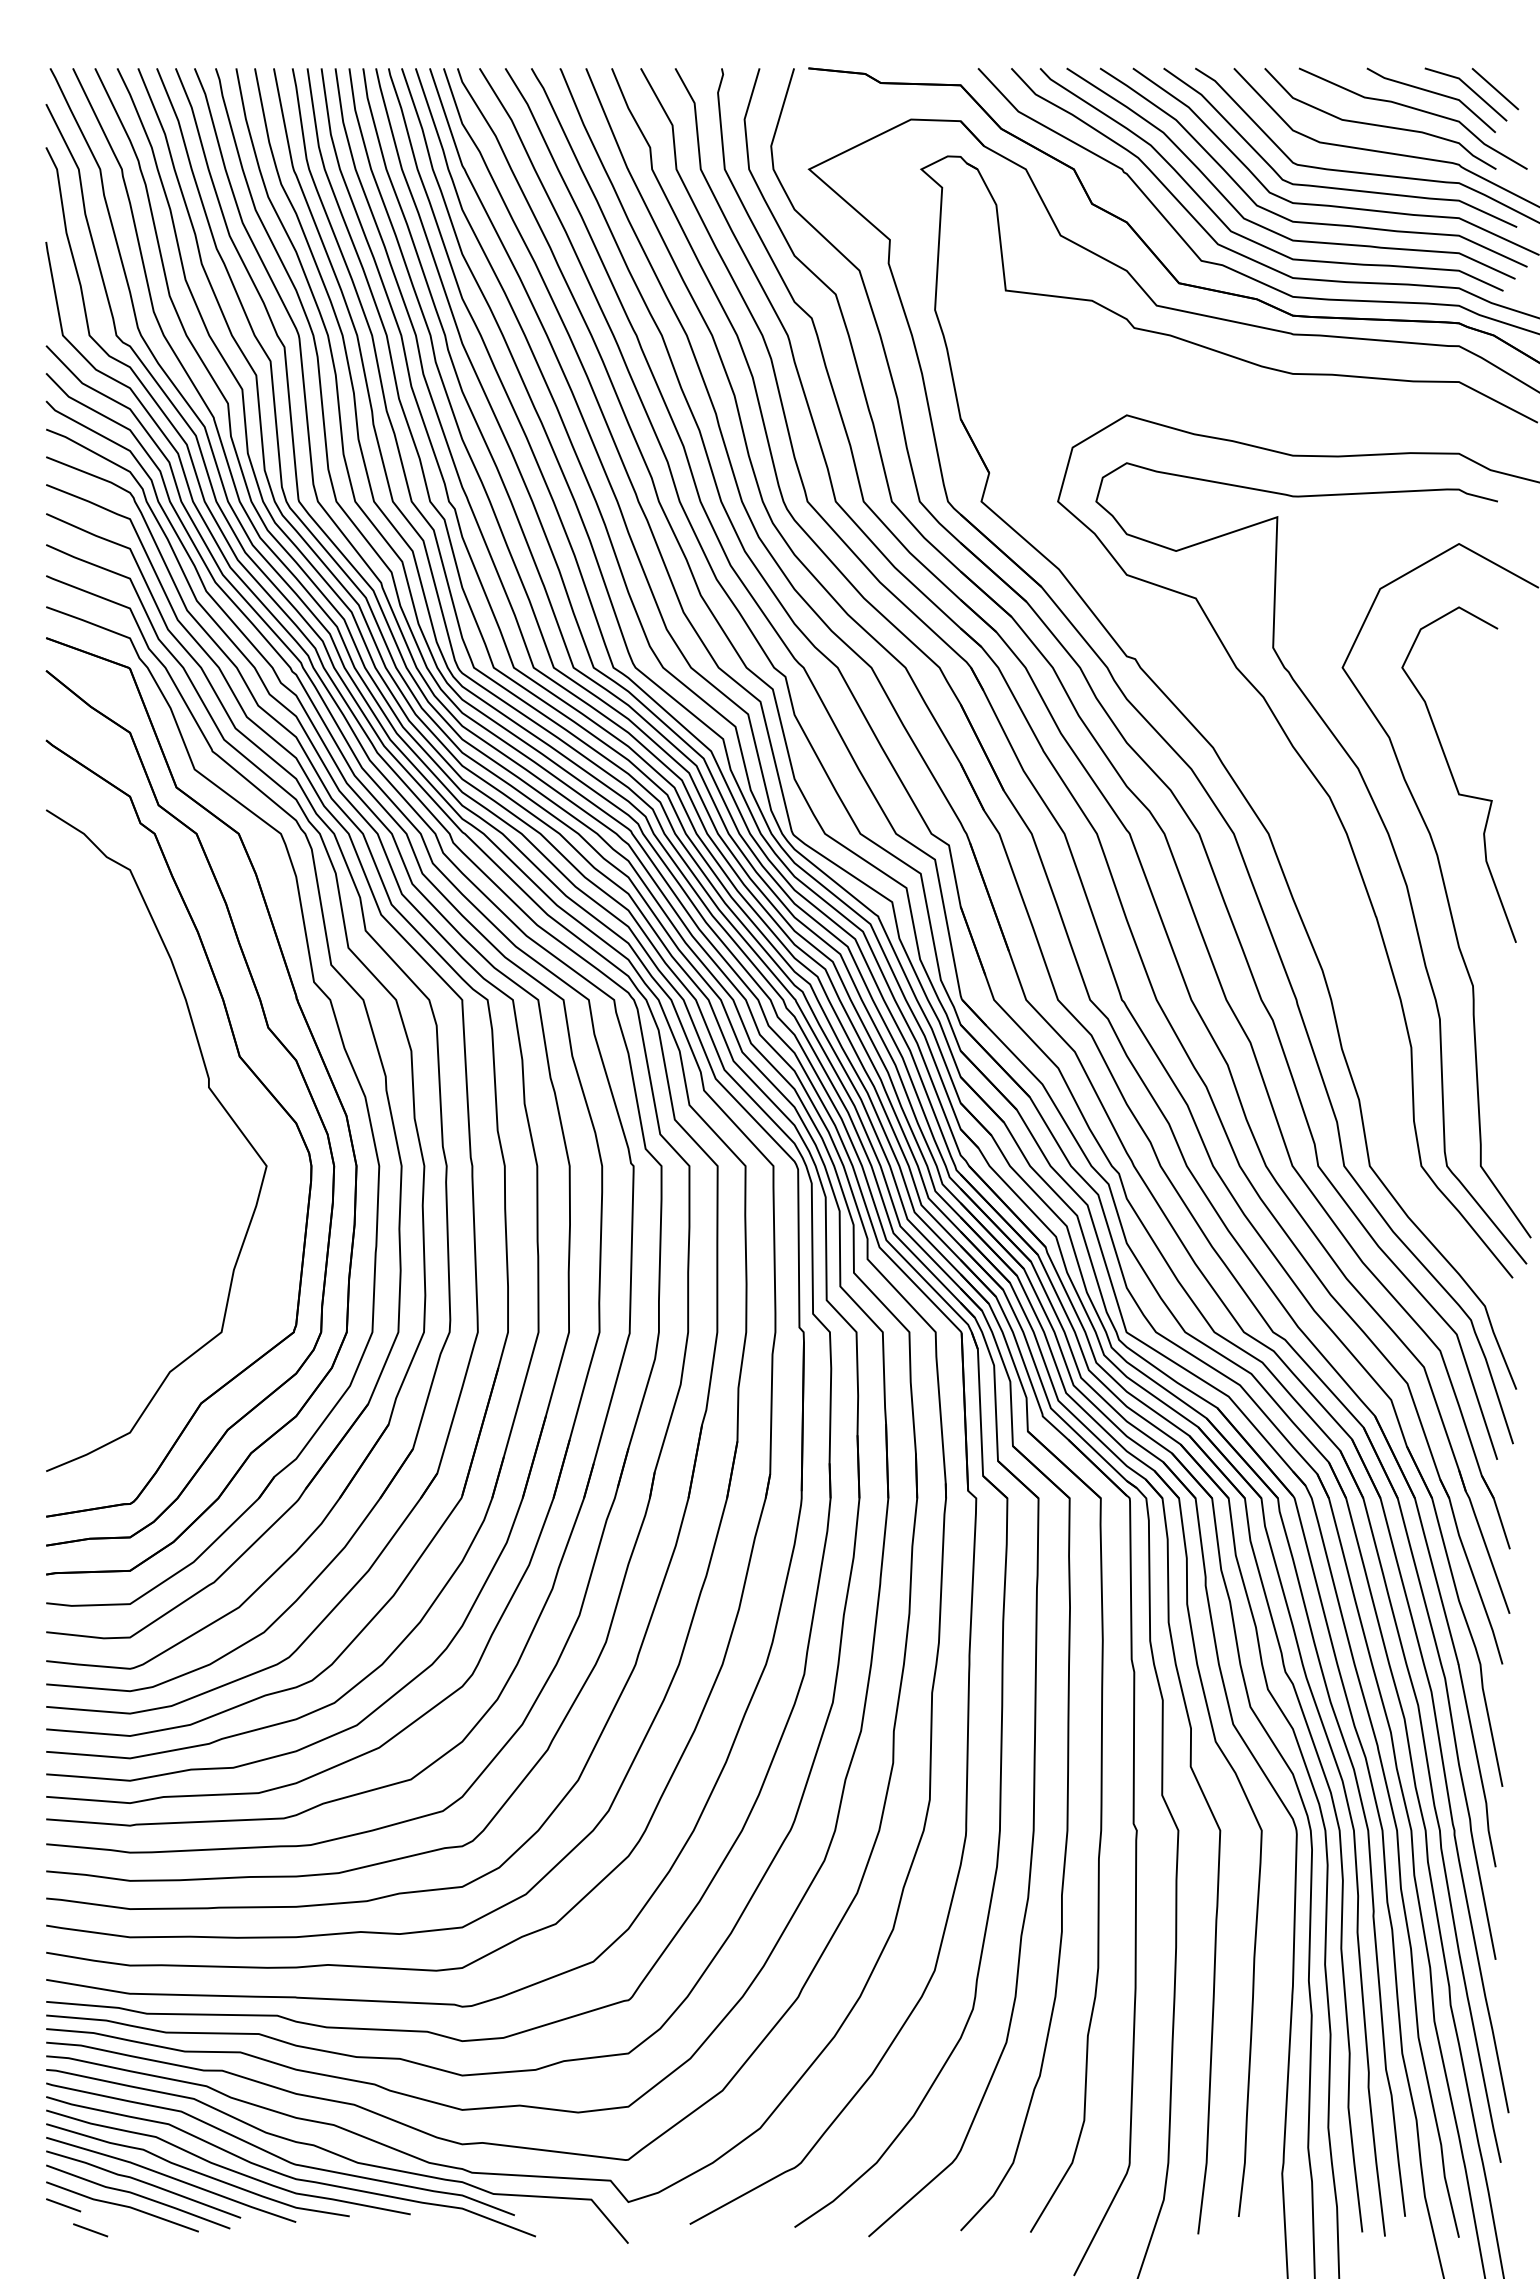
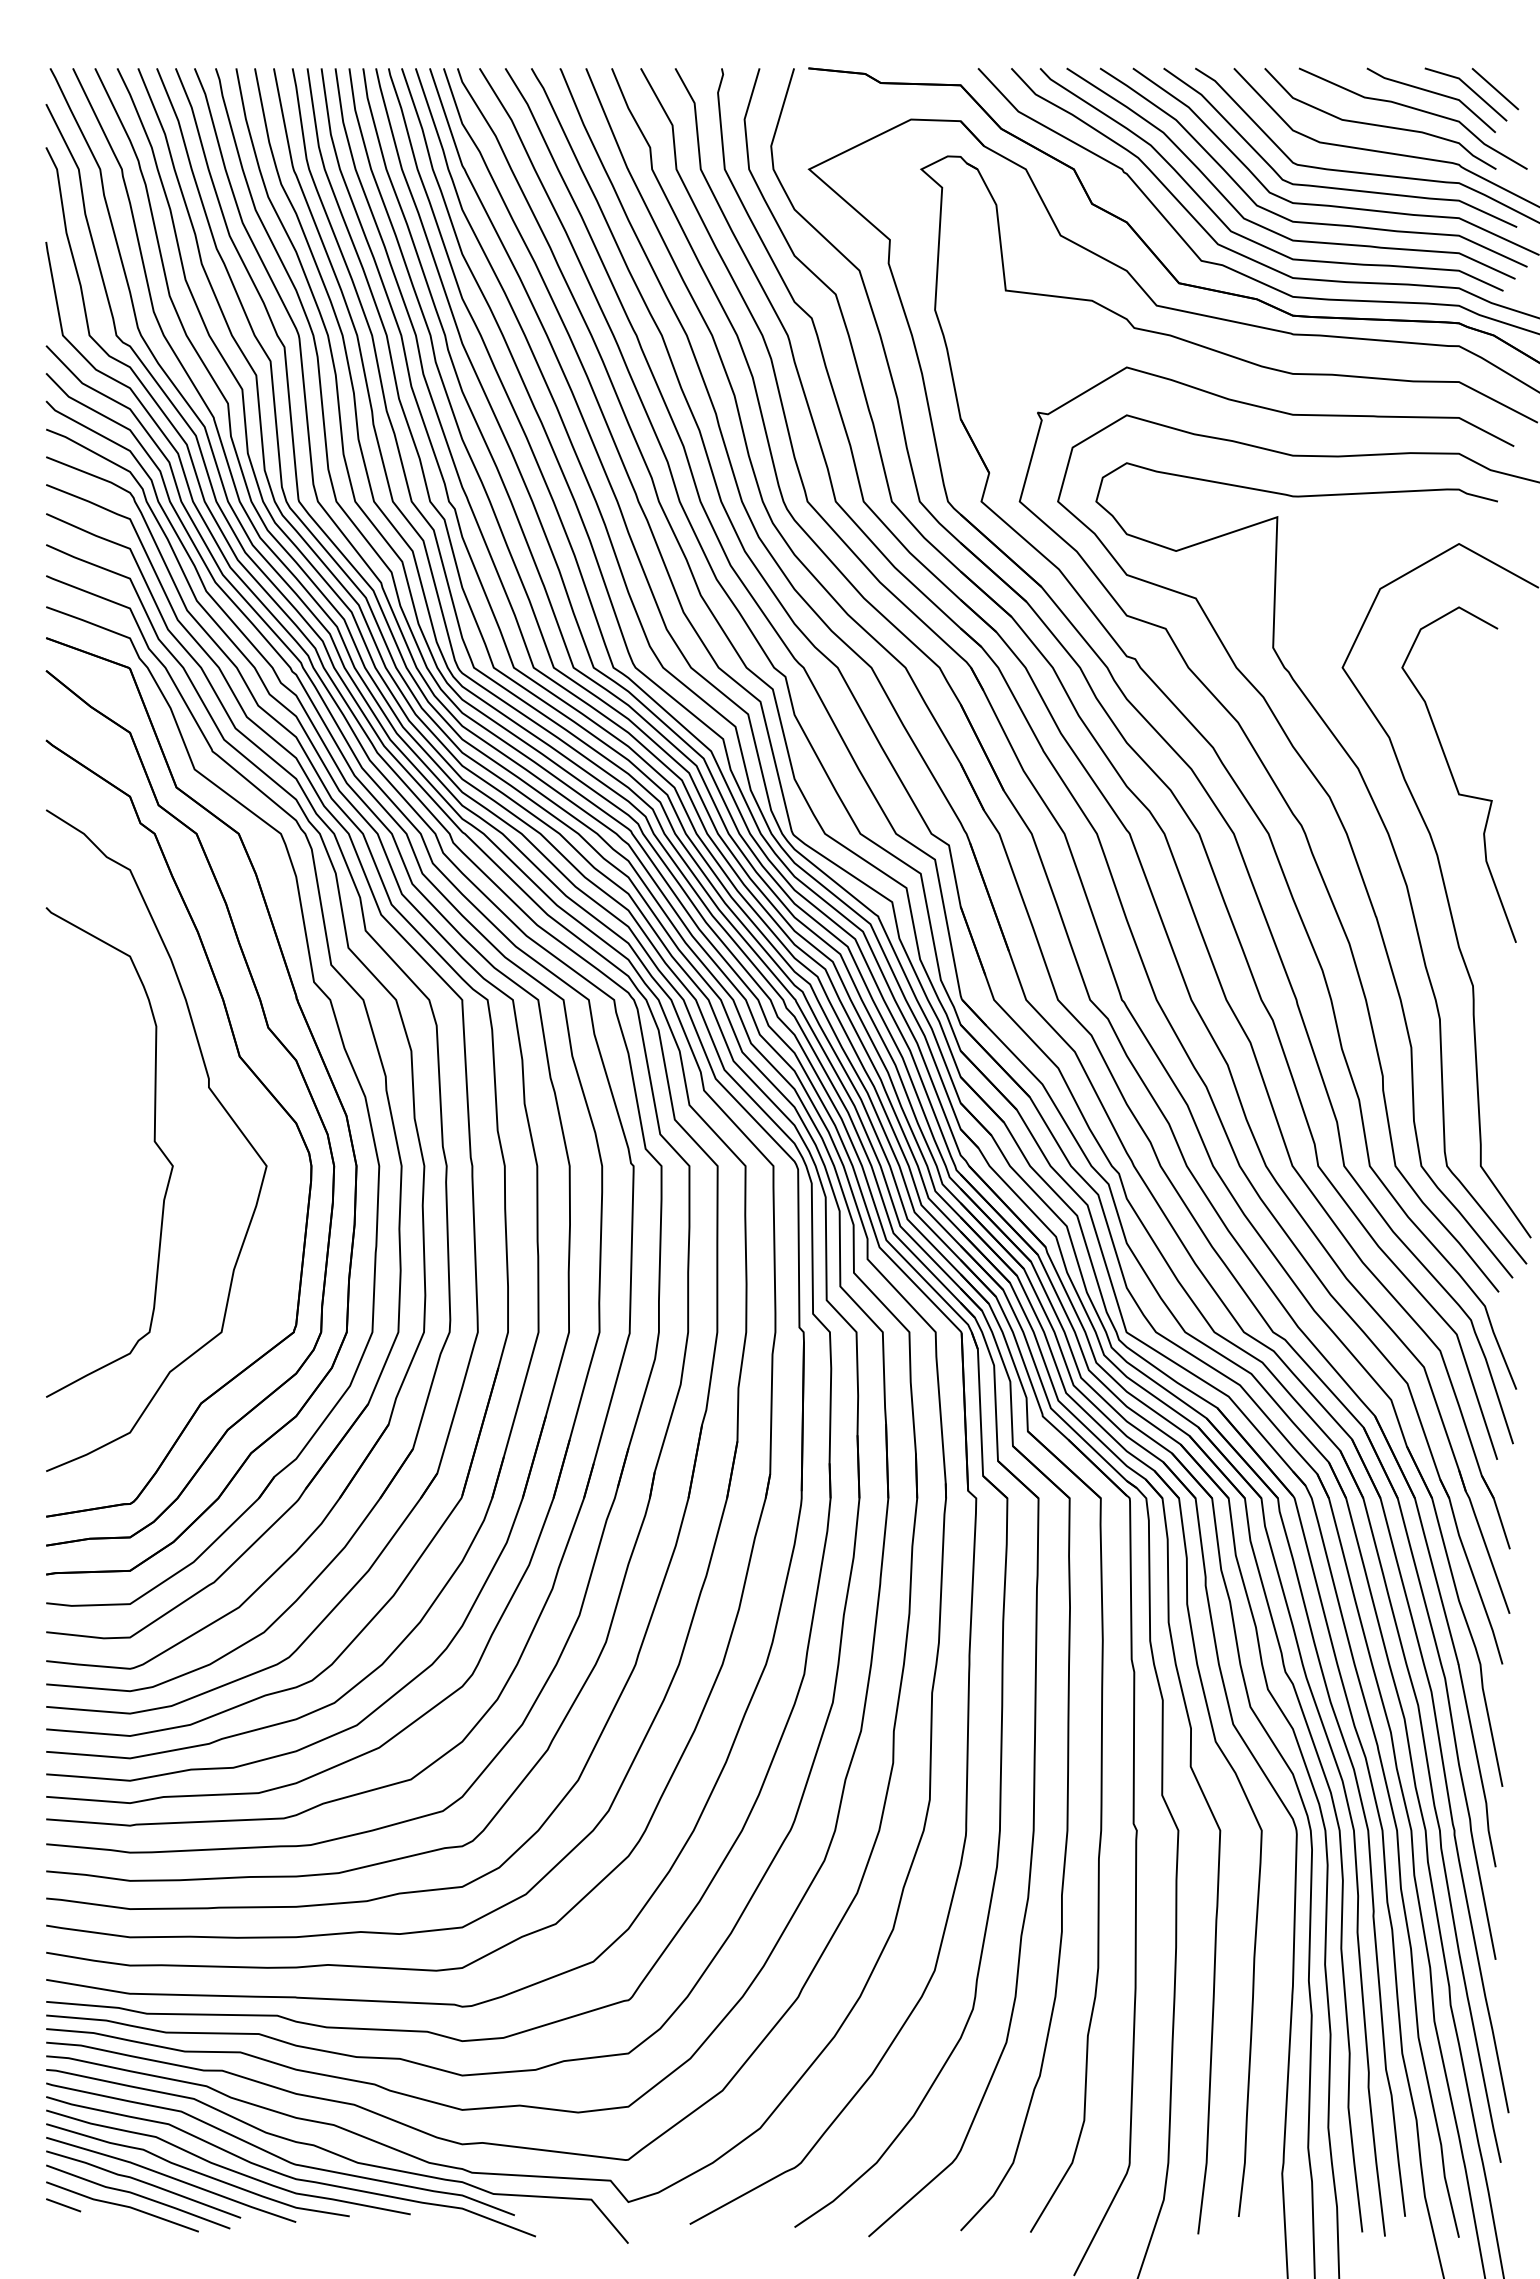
curve at (1292, 815): none -> present
curve at (153, 1141): none -> present
line at (90, 2230): present -> none
